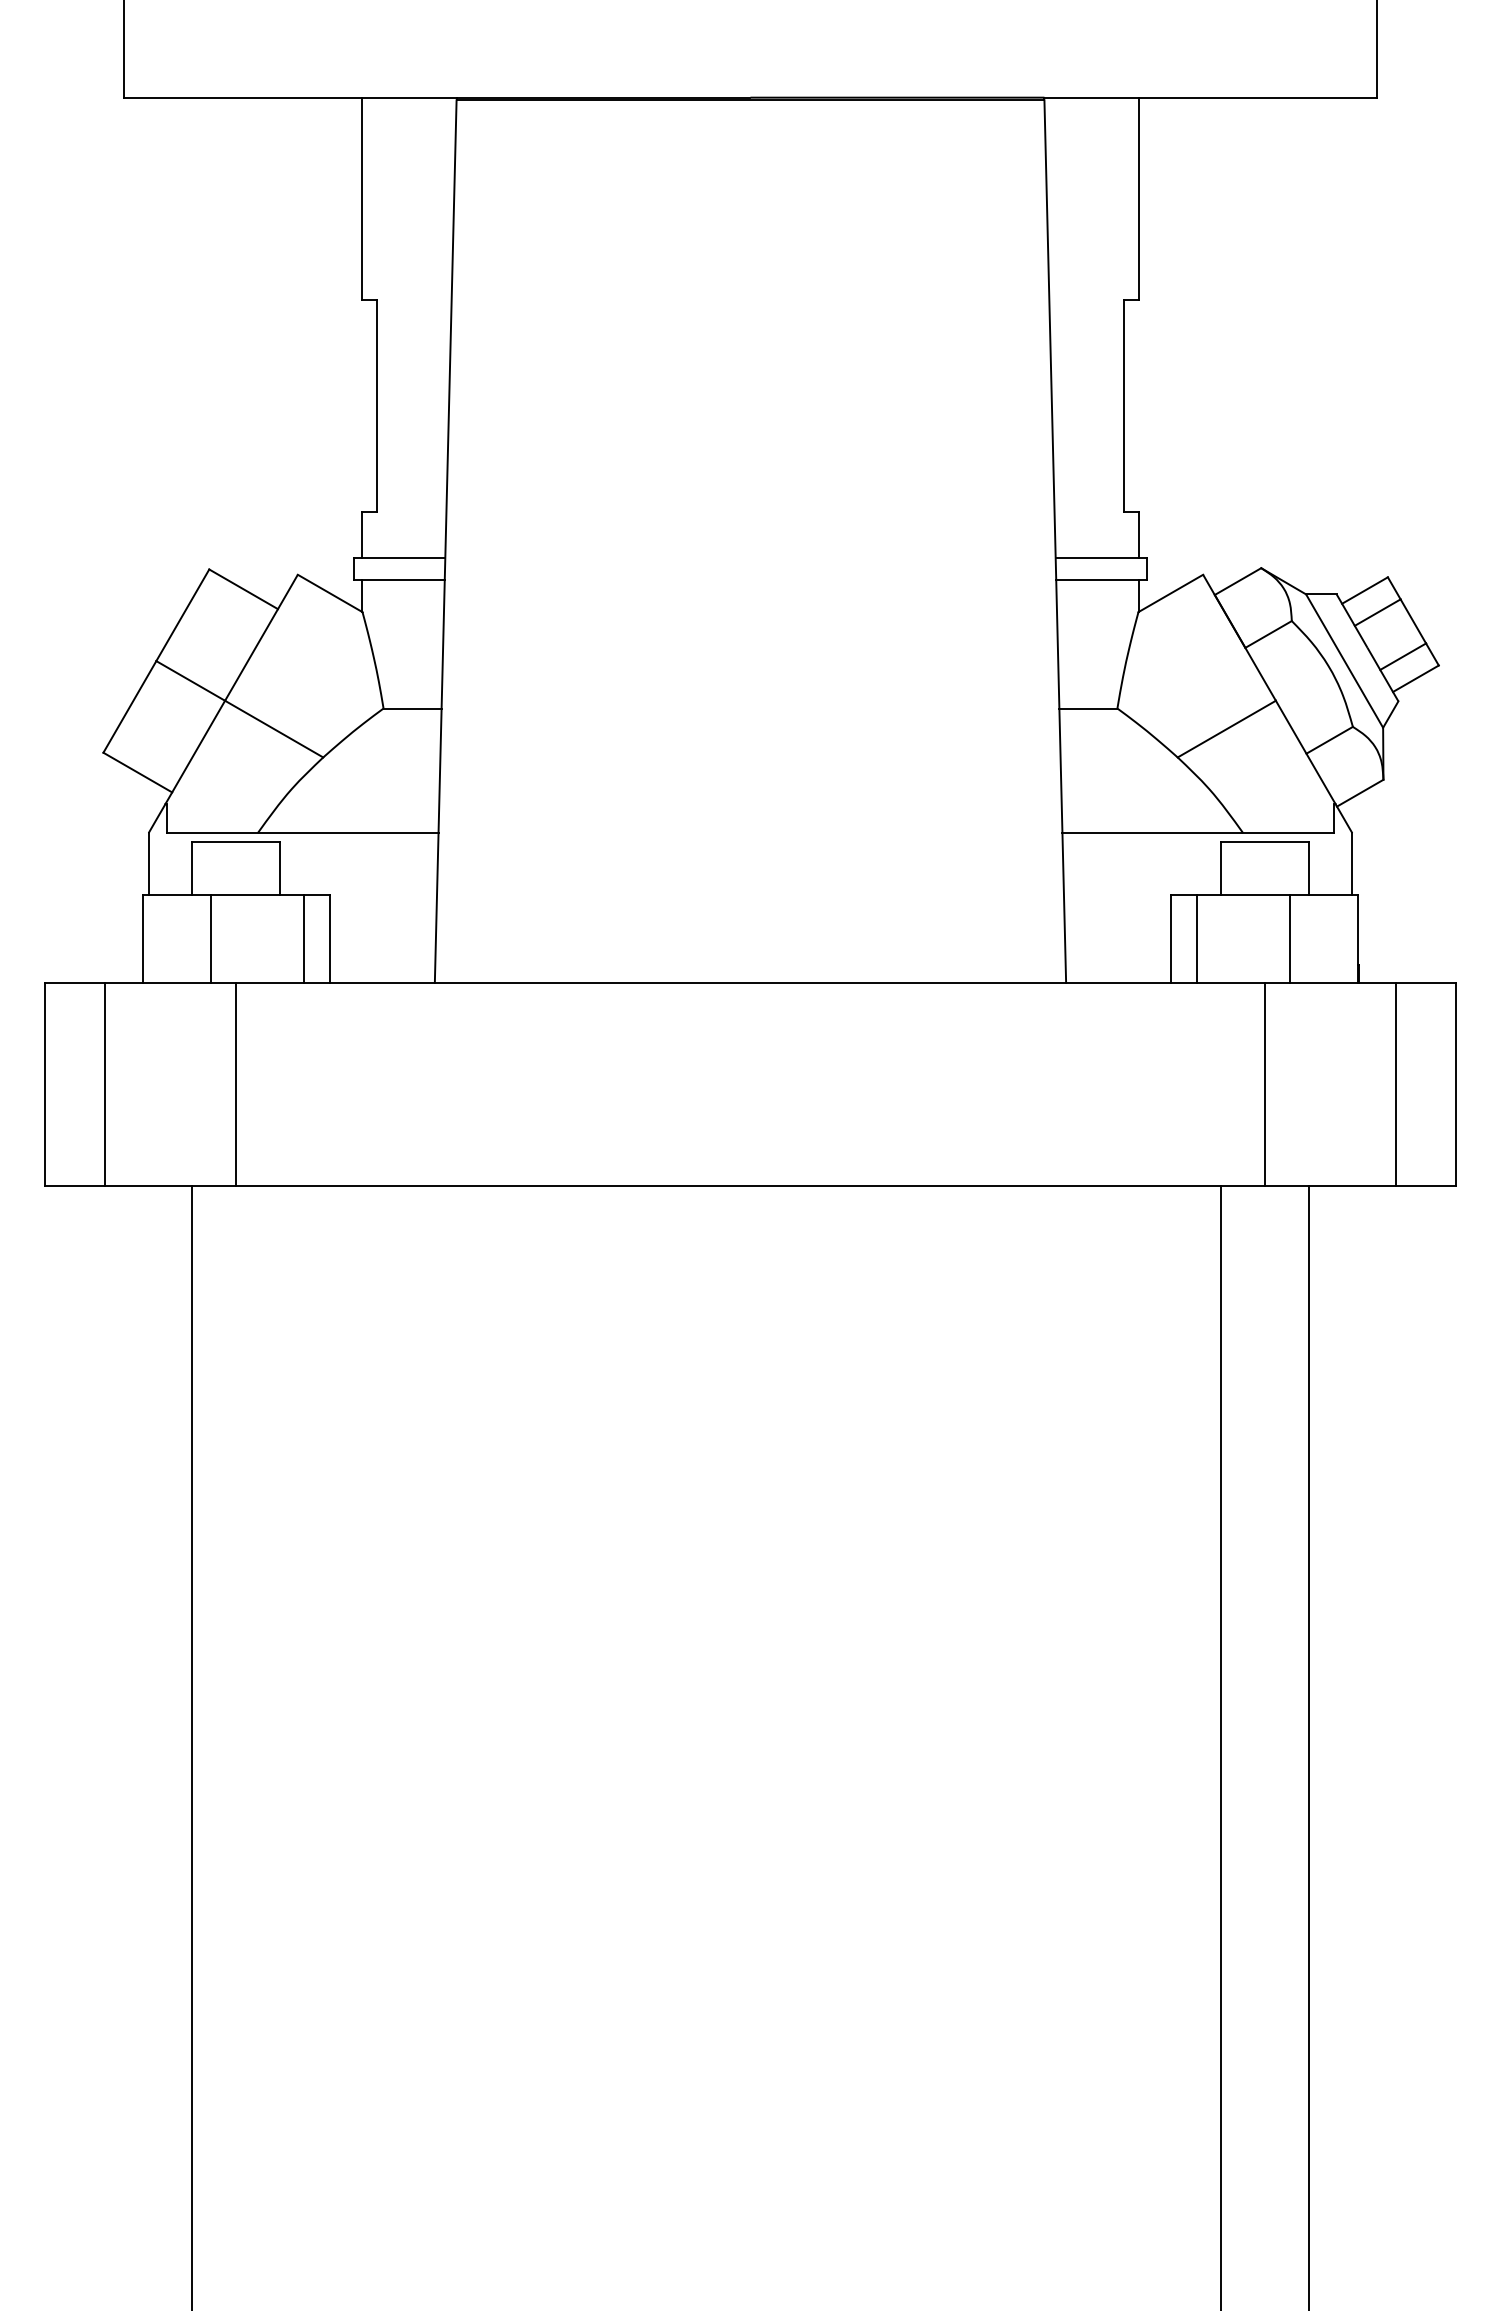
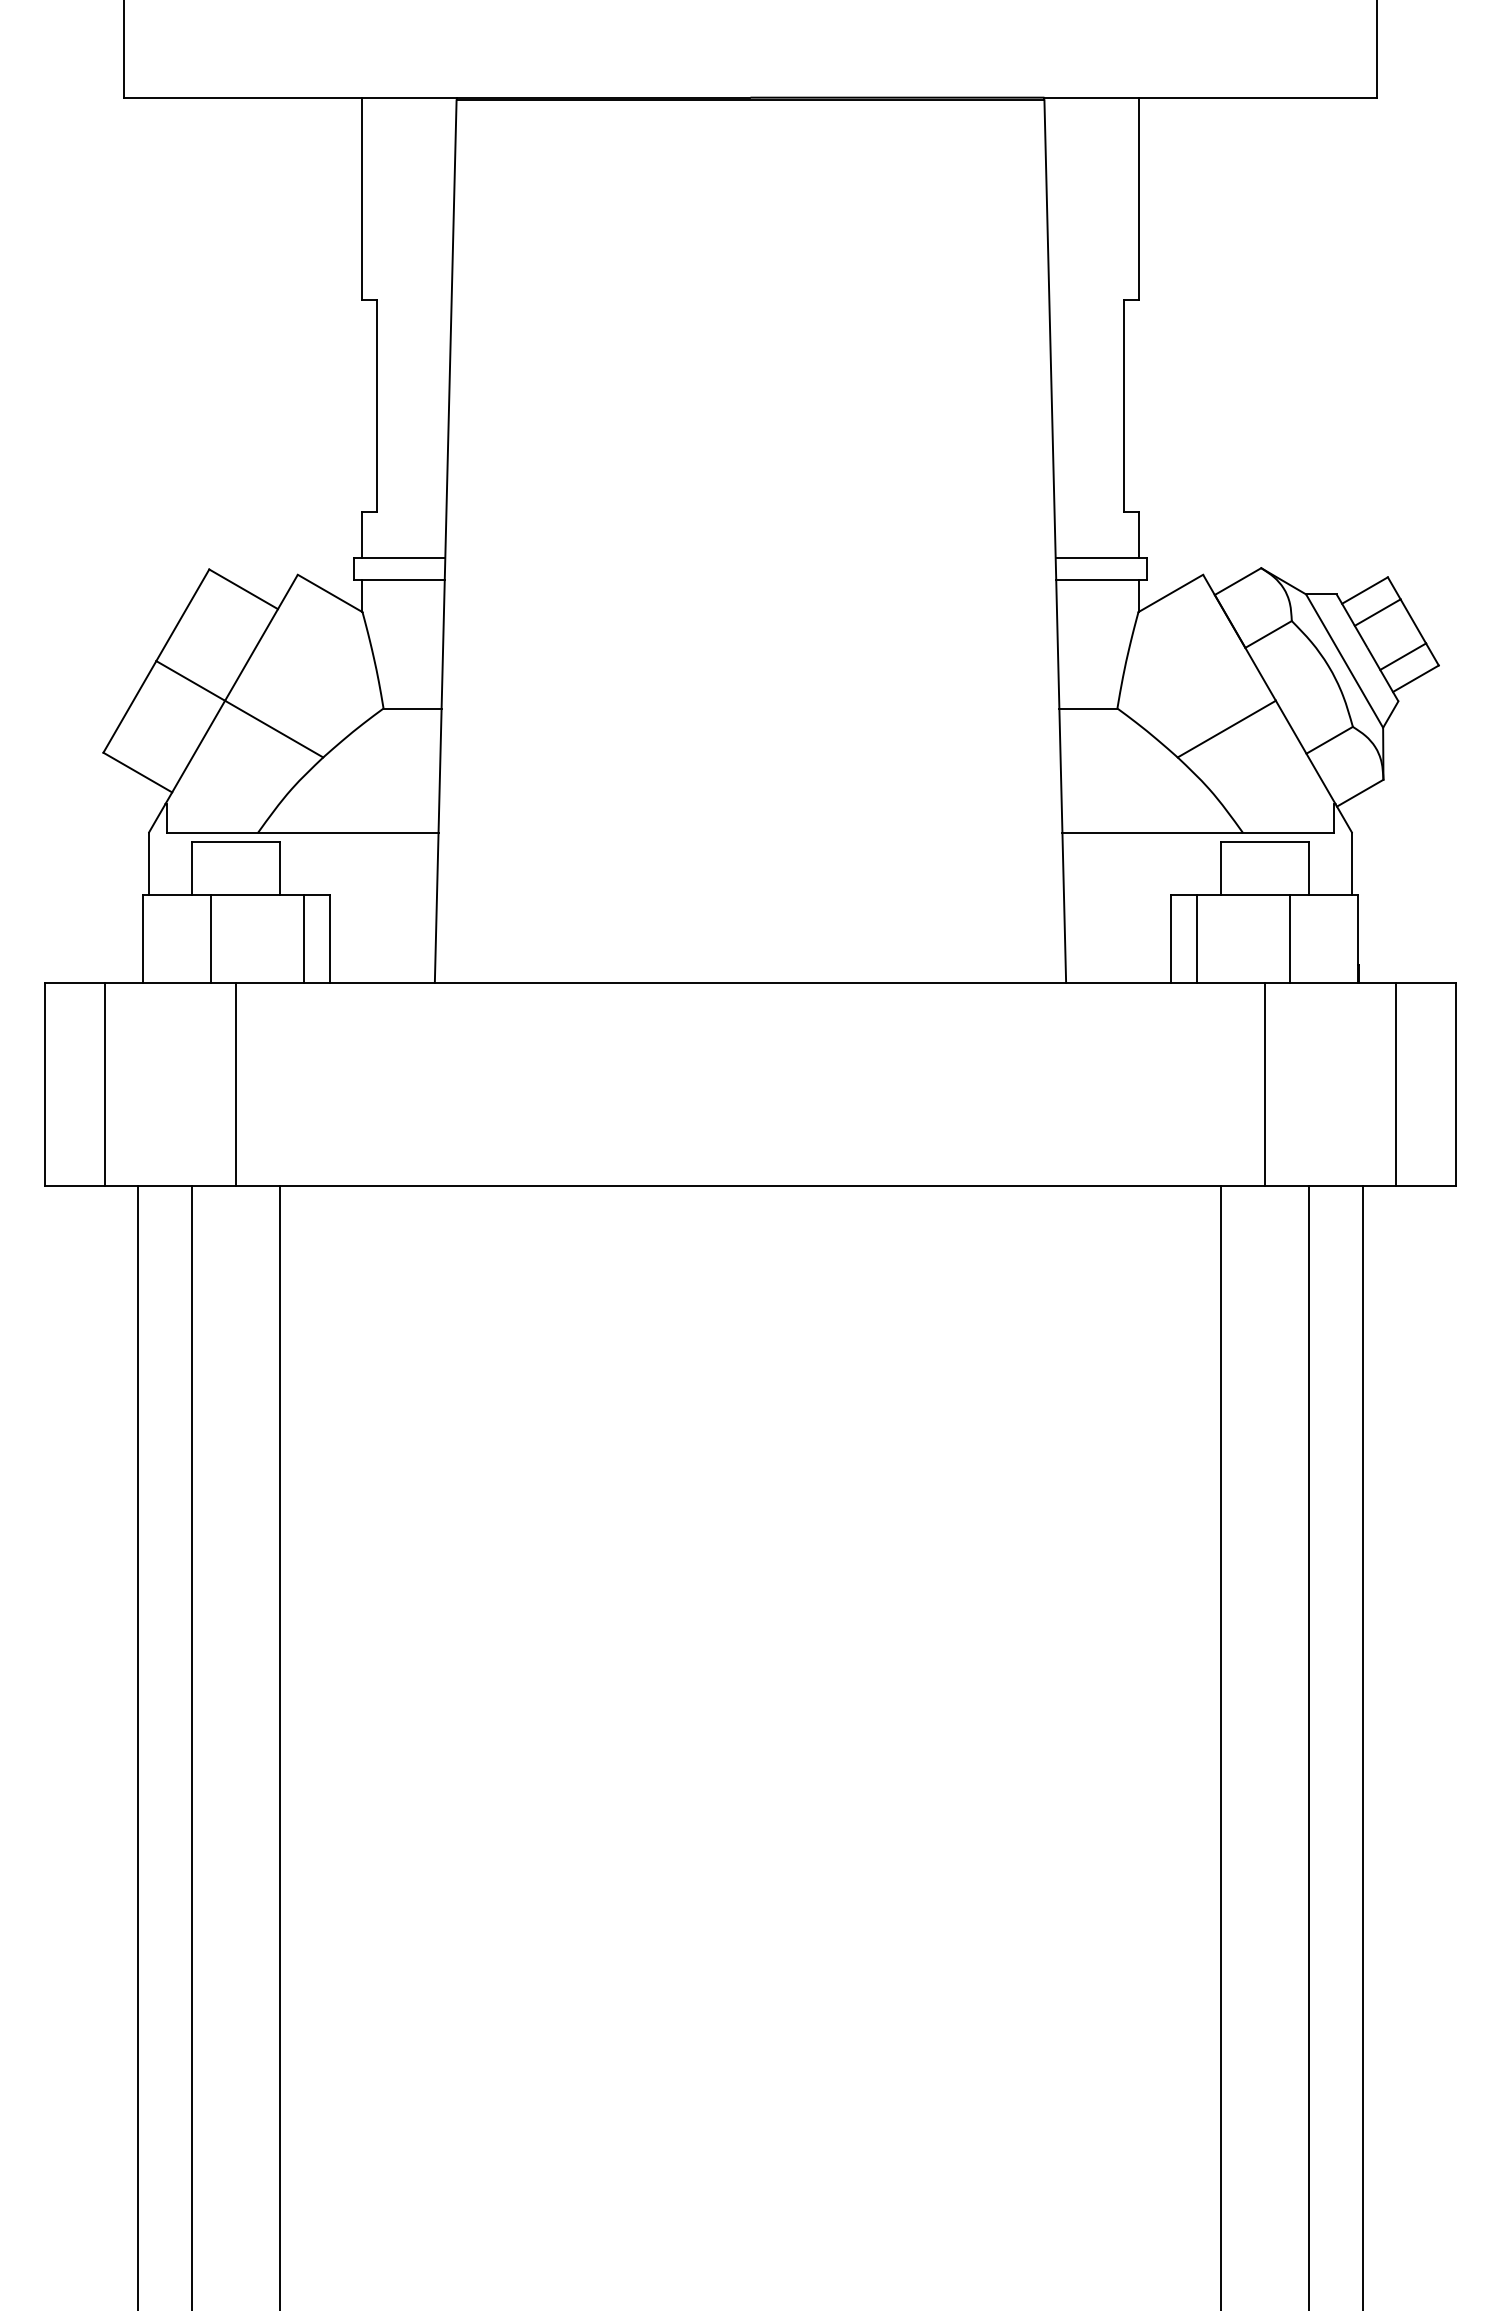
line at (137, 1746): none -> present
line at (280, 1746): none -> present
line at (1363, 1746): none -> present
